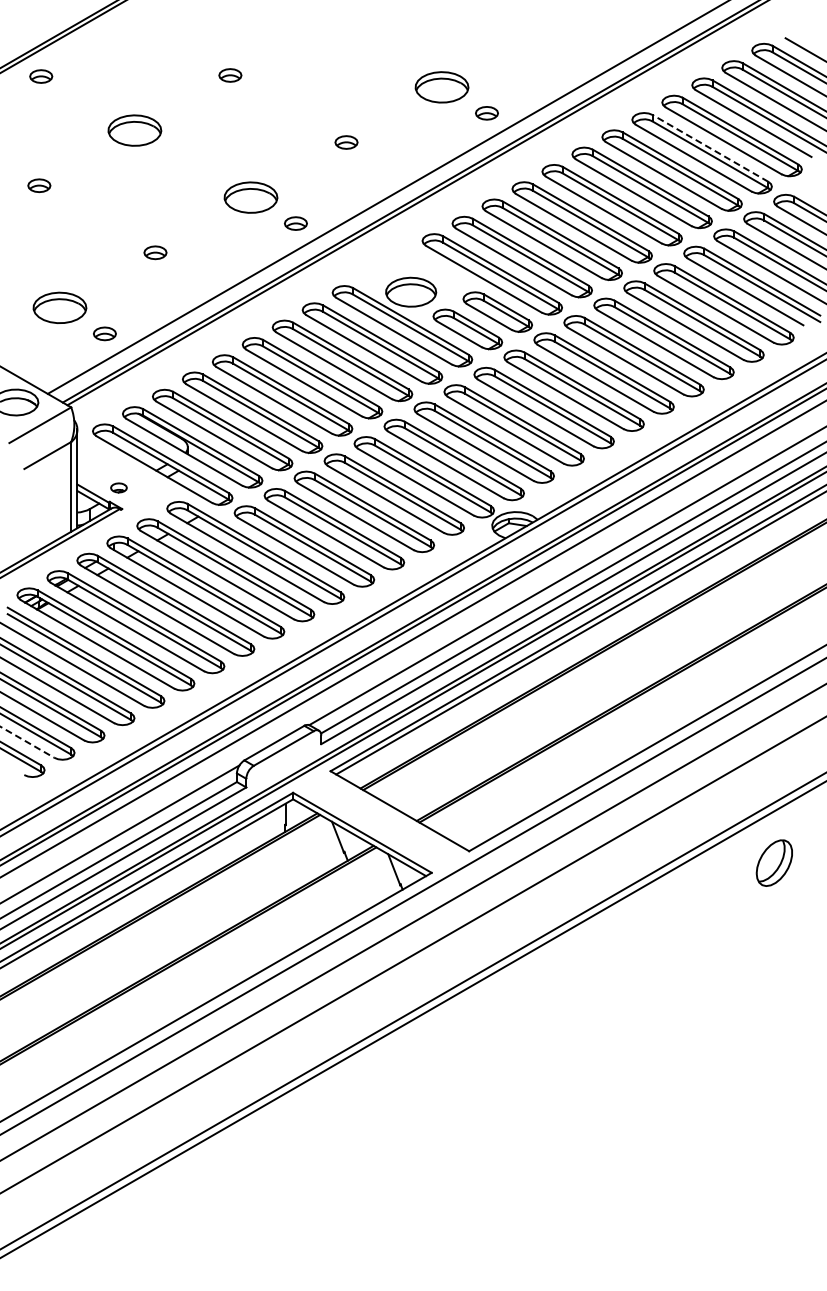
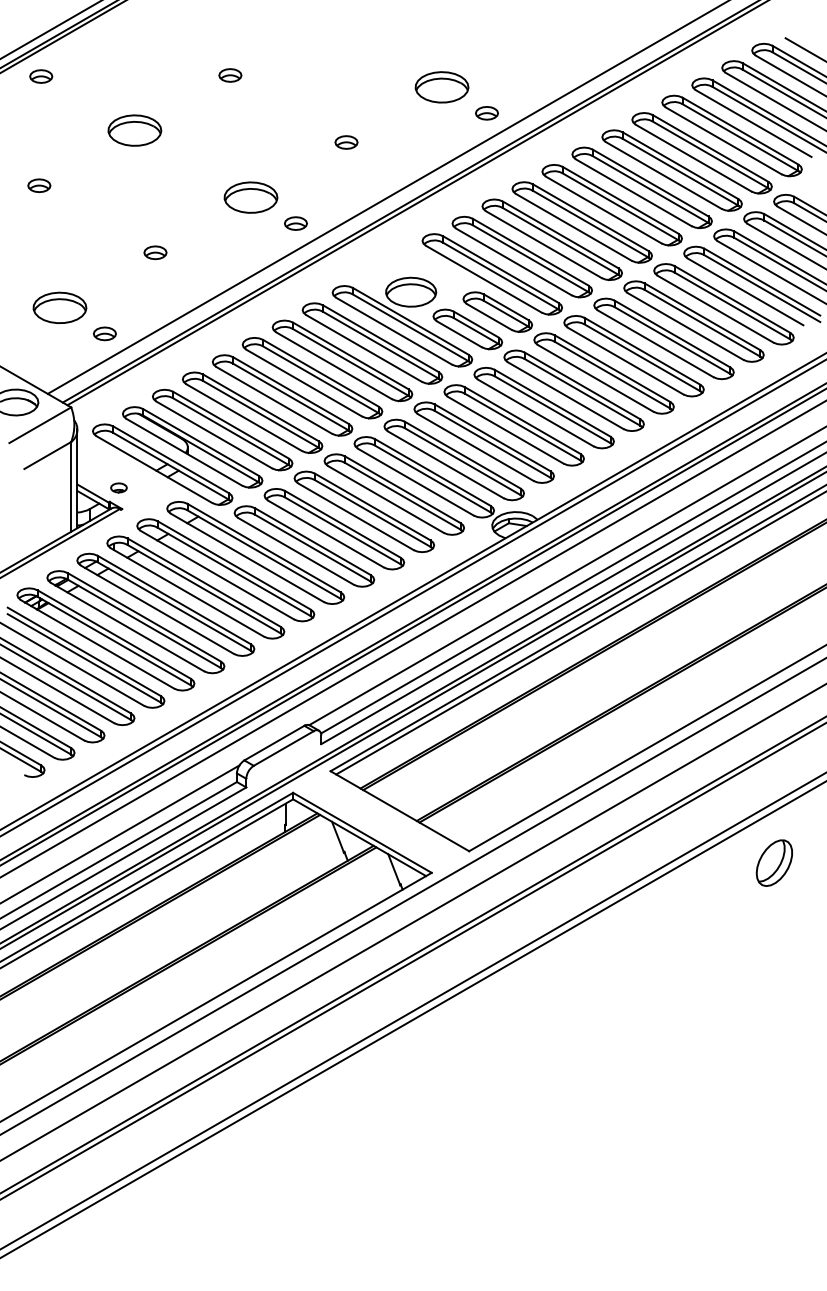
line at (50, 29): none -> present
line at (710, 148): dashed -> solid
line at (27, 742): dashed -> solid
line at (412, 961): none -> present
